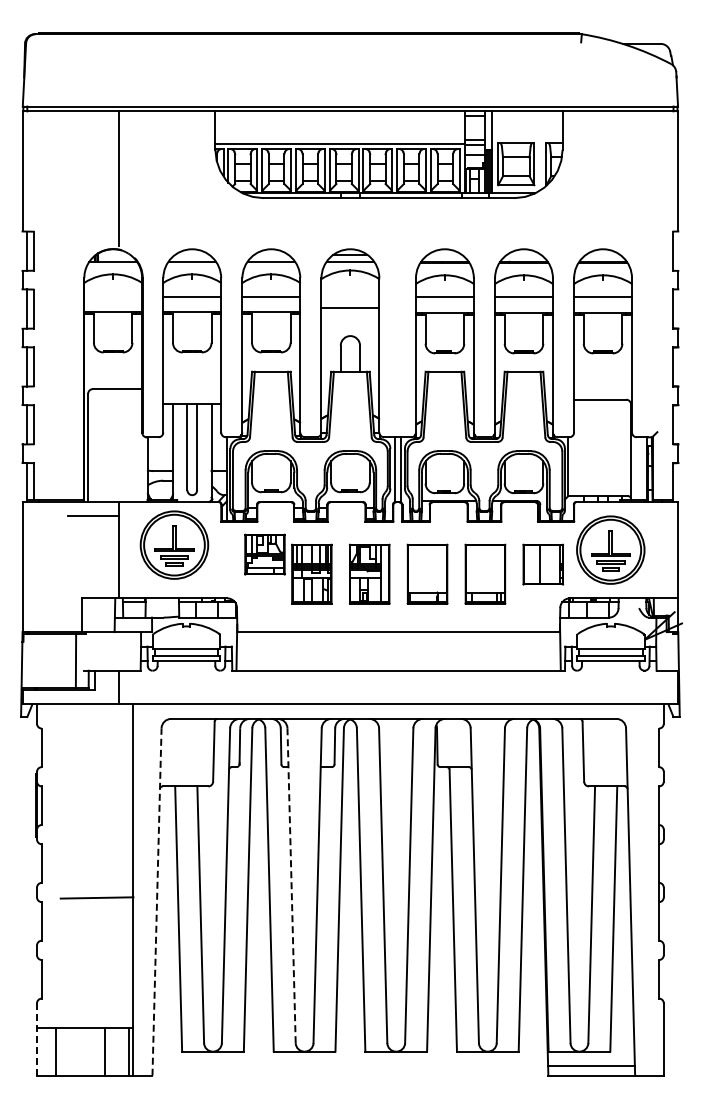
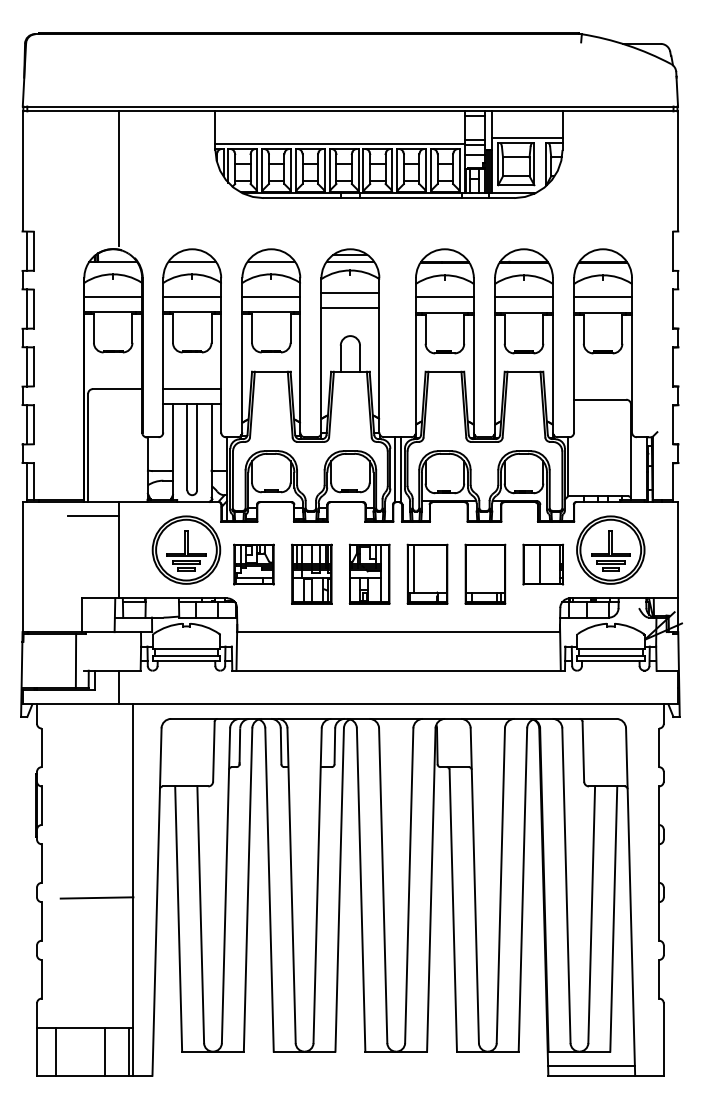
line at (527, 138): none -> present
line at (350, 292): none -> present
line at (113, 296): none -> present
line at (192, 389): none -> present
part at (174, 544) position: (174, 544) -> (186, 549)
part at (264, 554) position: (264, 554) -> (253, 564)
line at (414, 568): none -> present
line at (291, 885): dashed -> solid
line at (157, 902): dashed -> solid
line at (37, 1039): dashed -> solid
